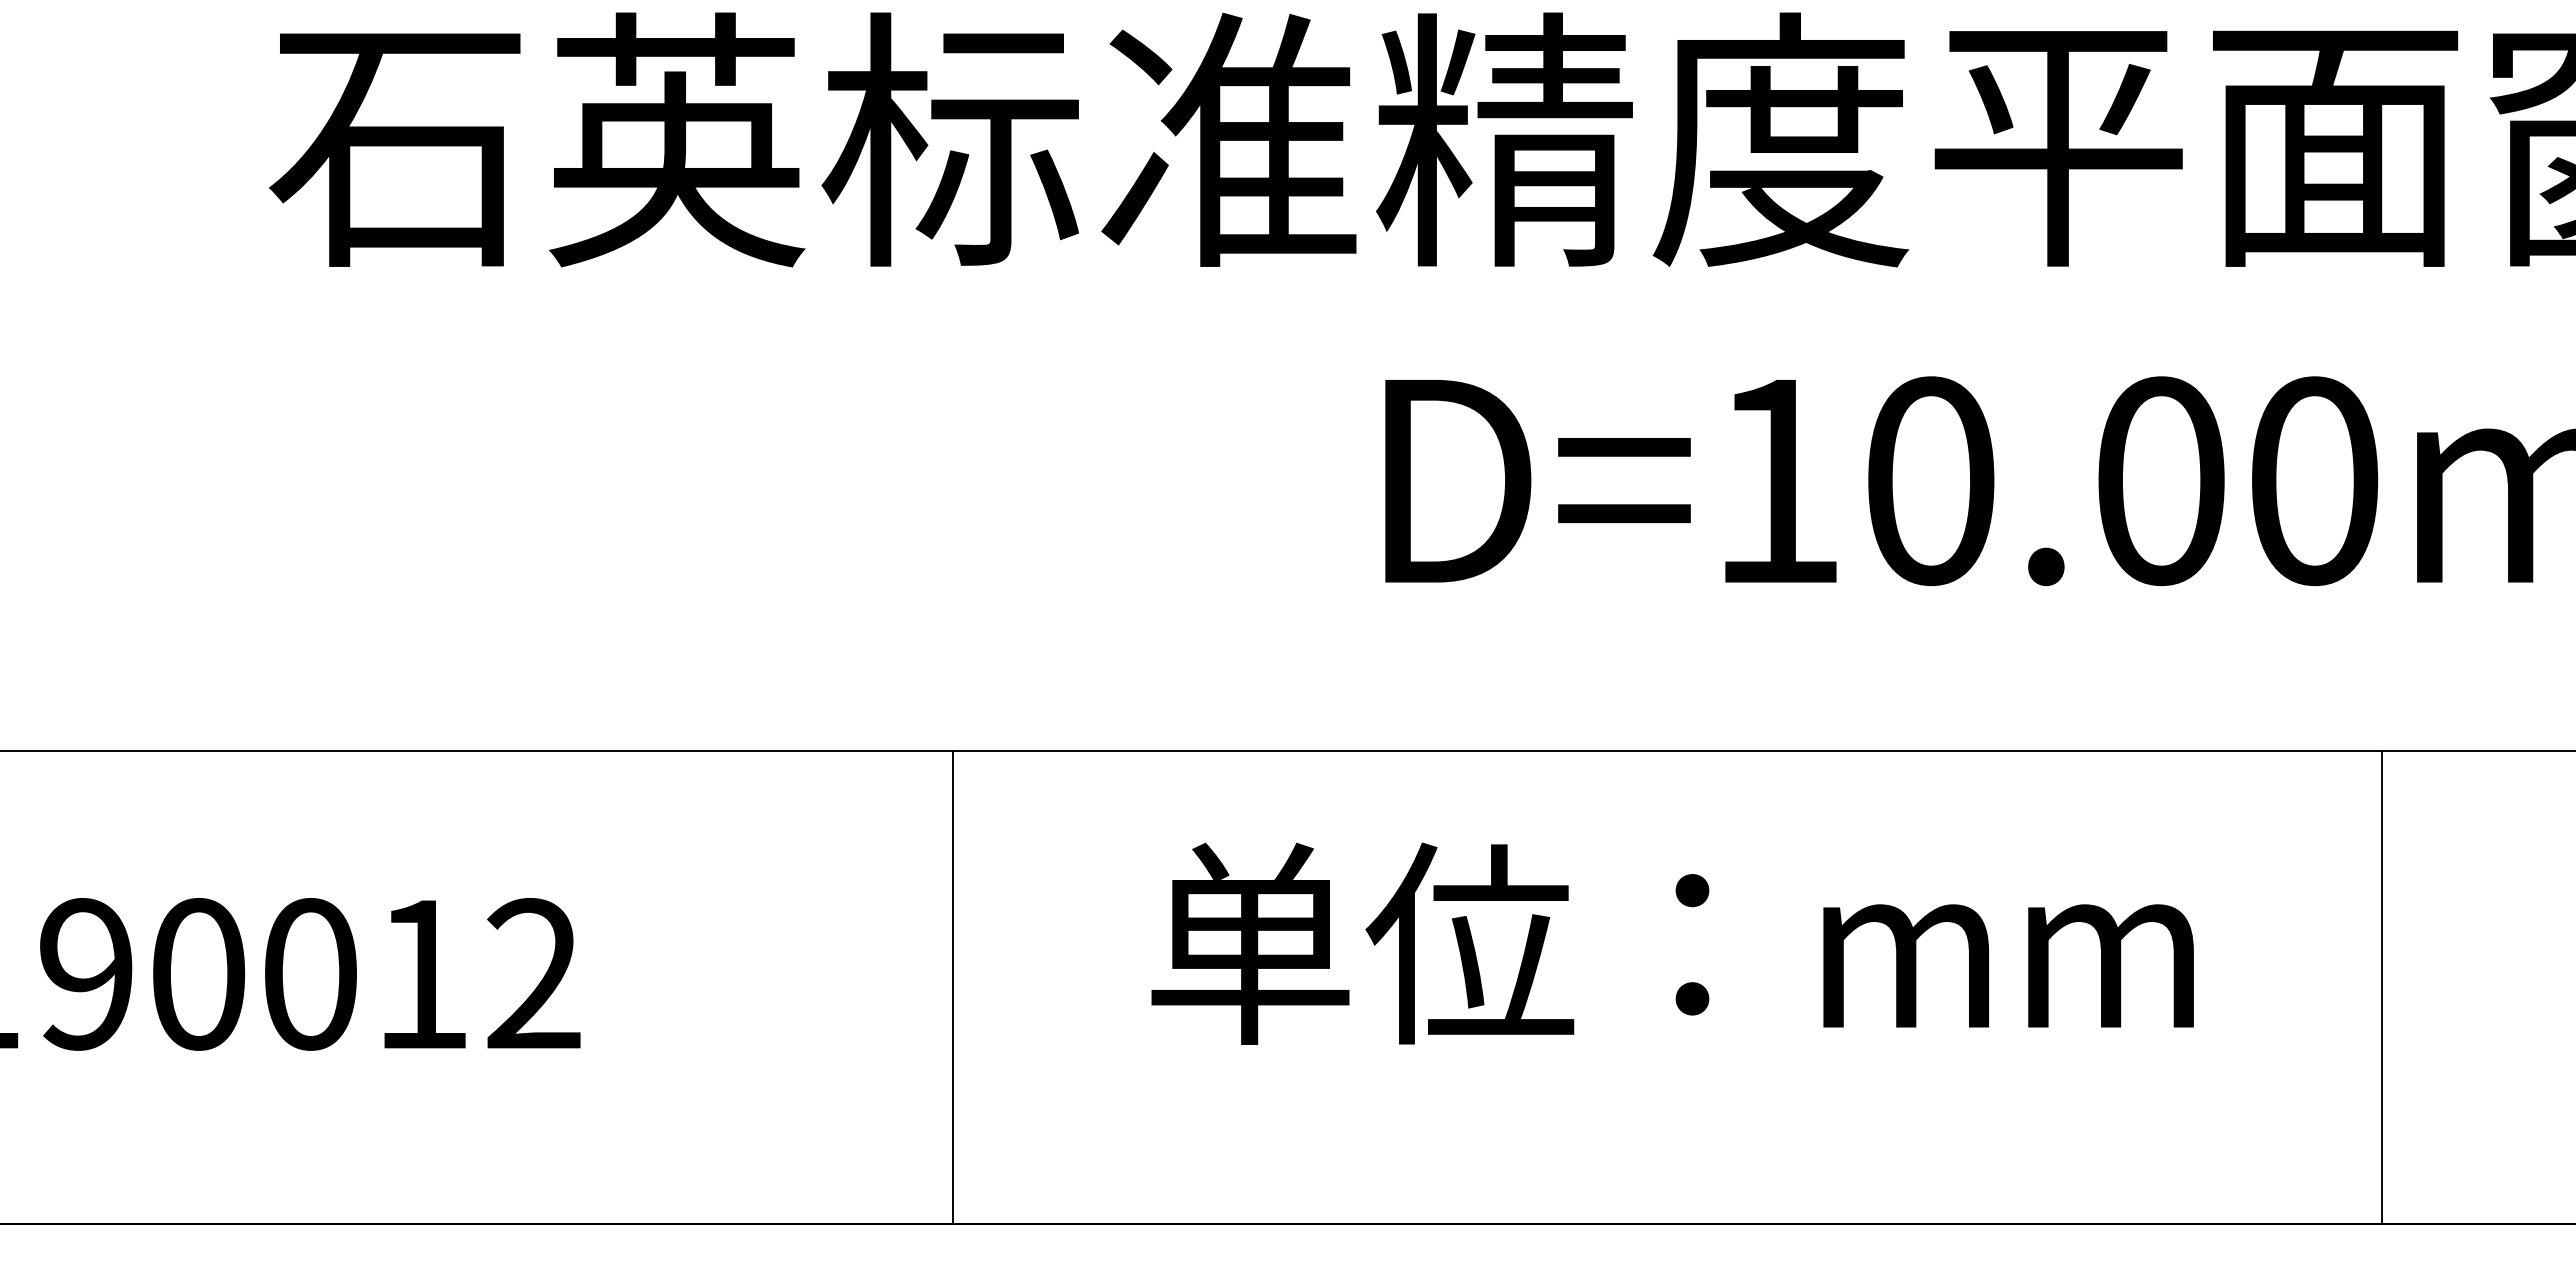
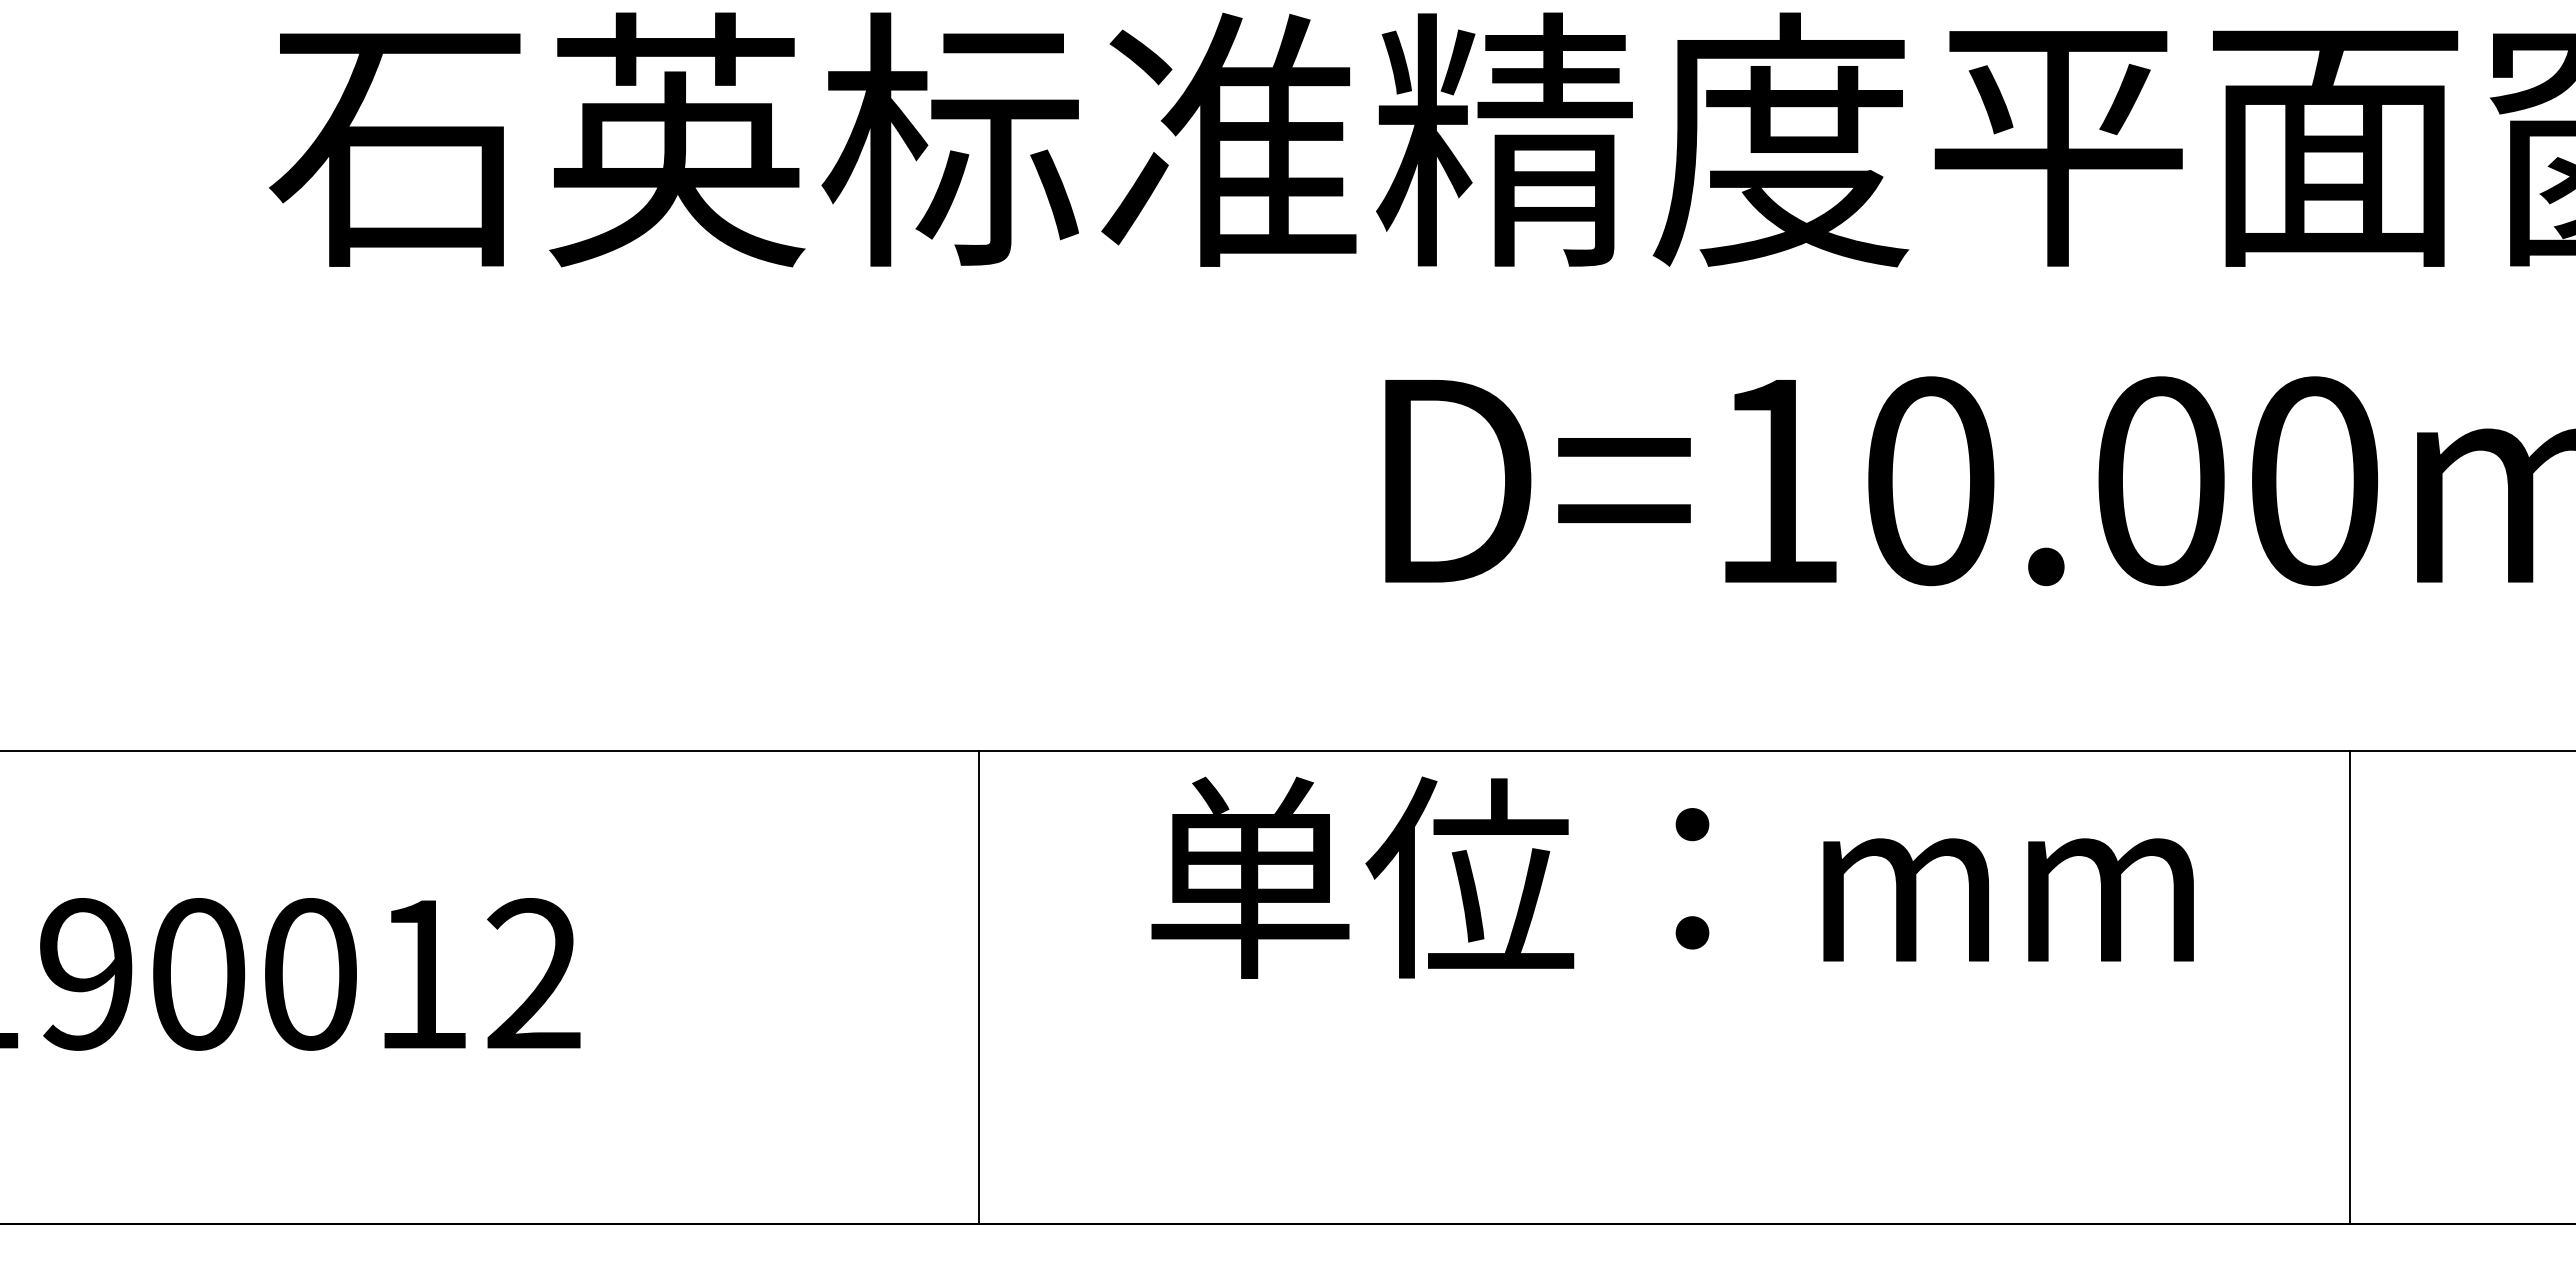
text at (1672, 943) position: (1672, 943) -> (1672, 877)
line at (953, 987) position: (953, 987) -> (979, 987)
line at (2382, 987) position: (2382, 987) -> (2350, 987)
